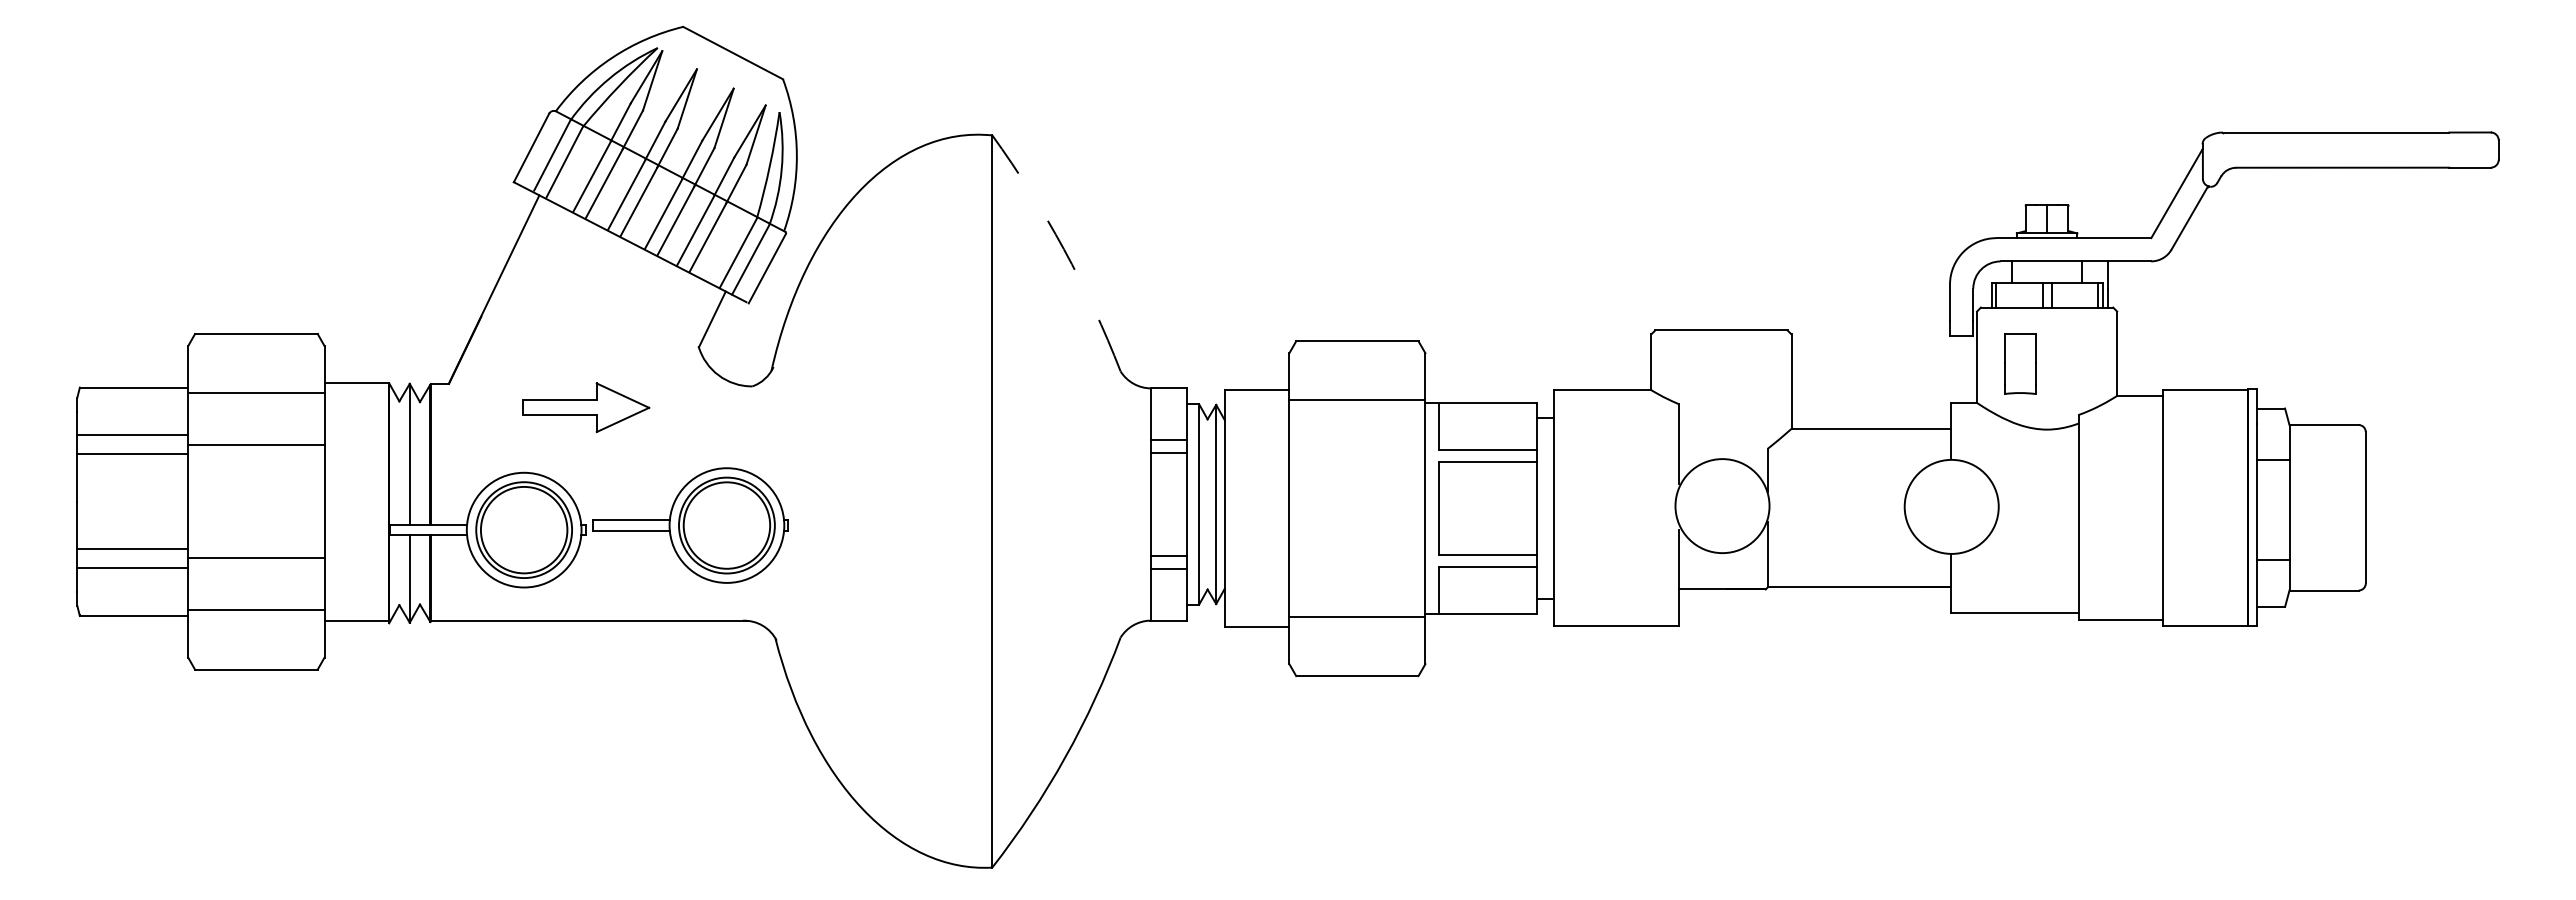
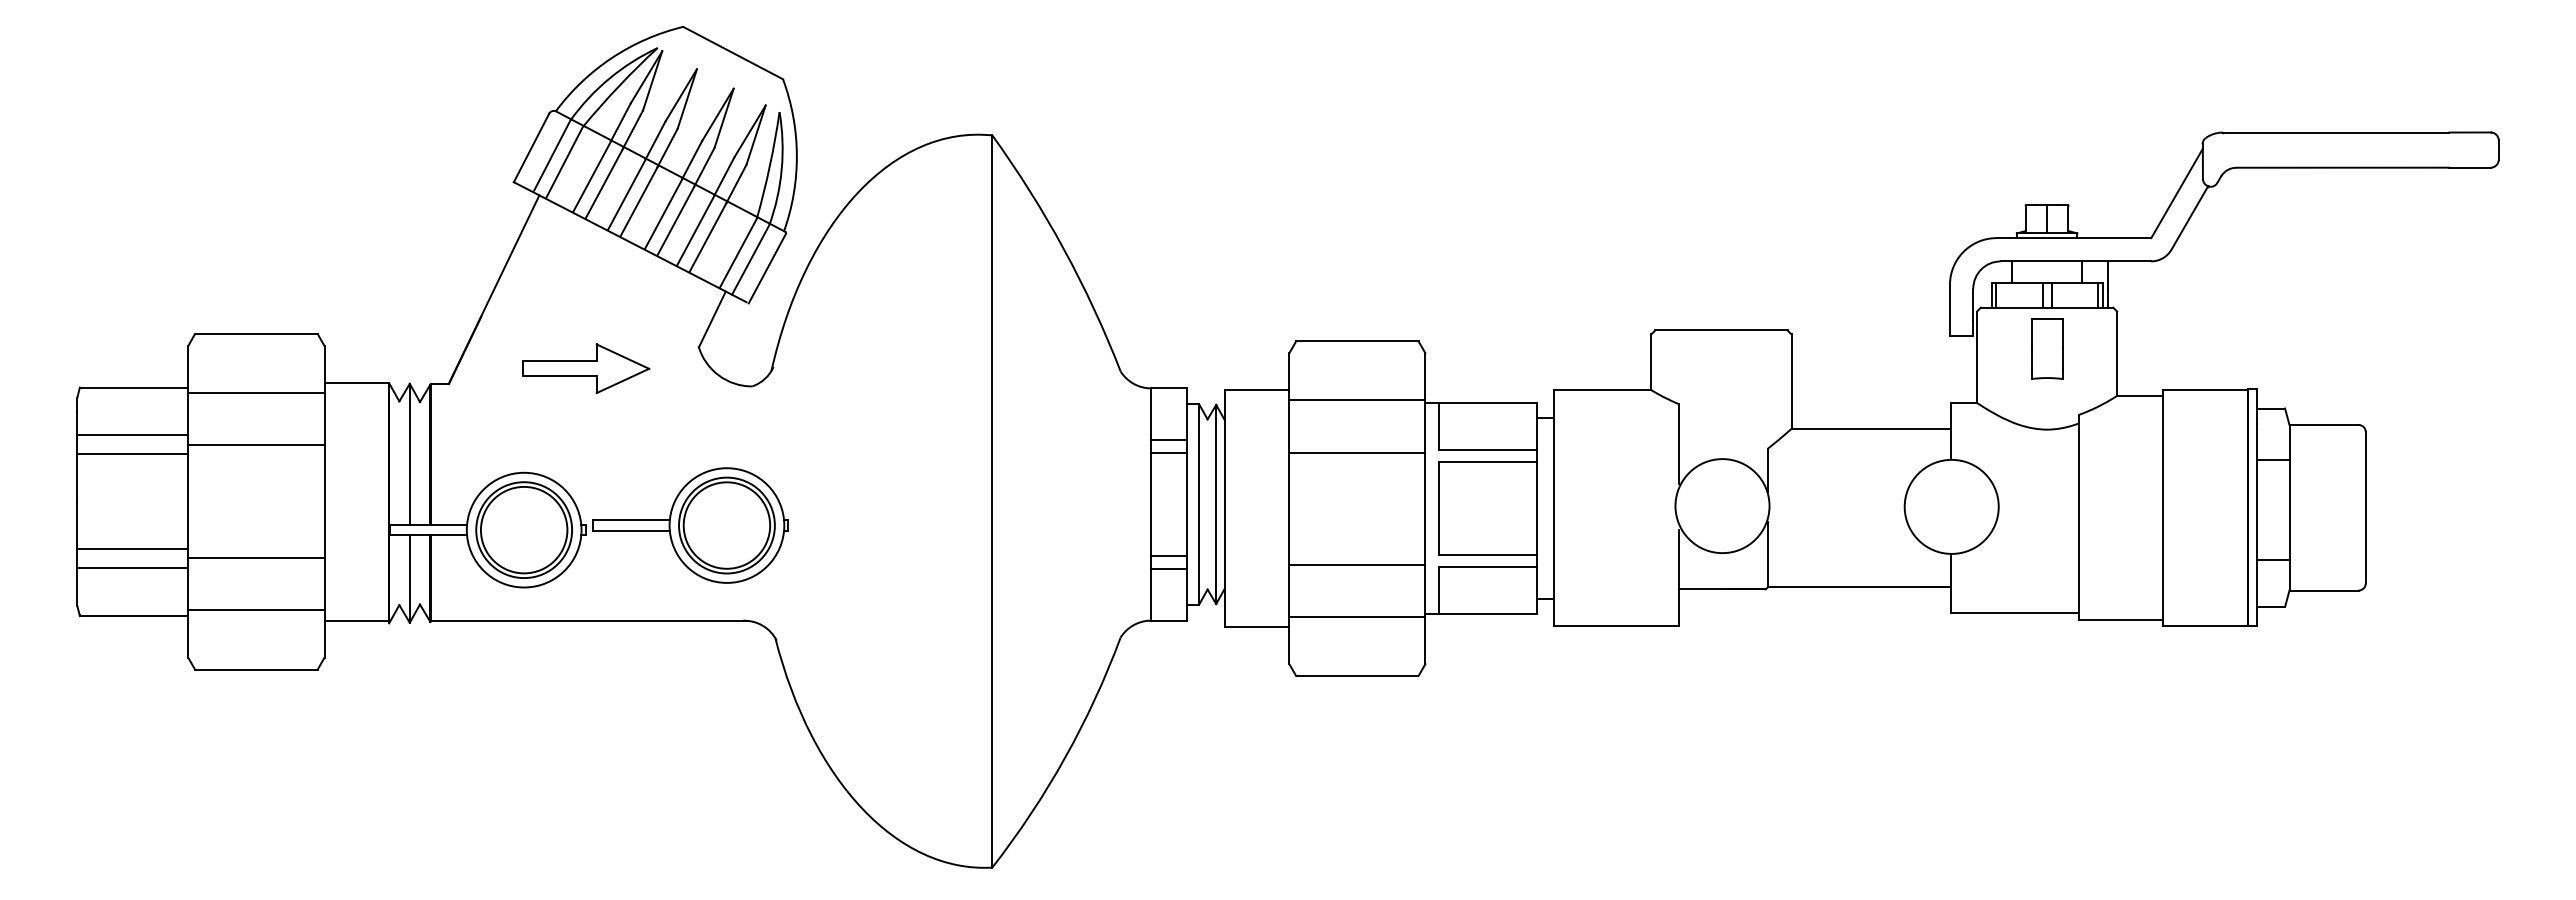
arc at (1063, 249): dashed -> solid
part at (2020, 363) position: (2020, 363) -> (2047, 348)
part at (586, 407) position: (586, 407) -> (586, 368)
line at (1357, 452): none -> present
line at (1357, 564): none -> present
